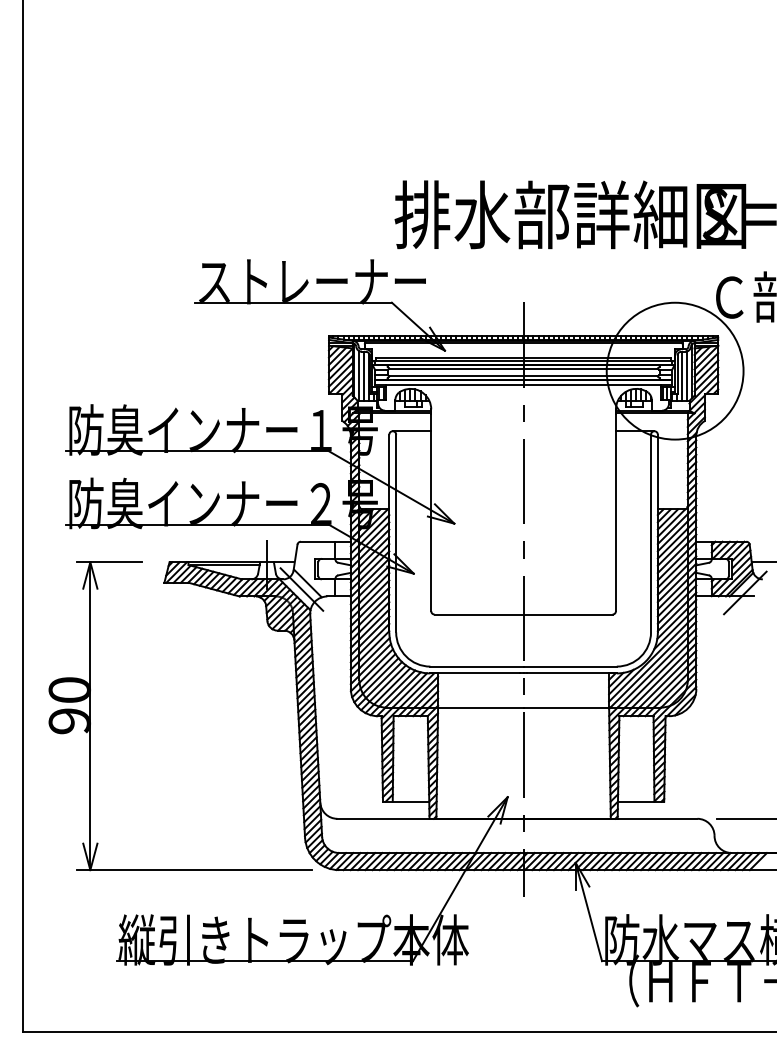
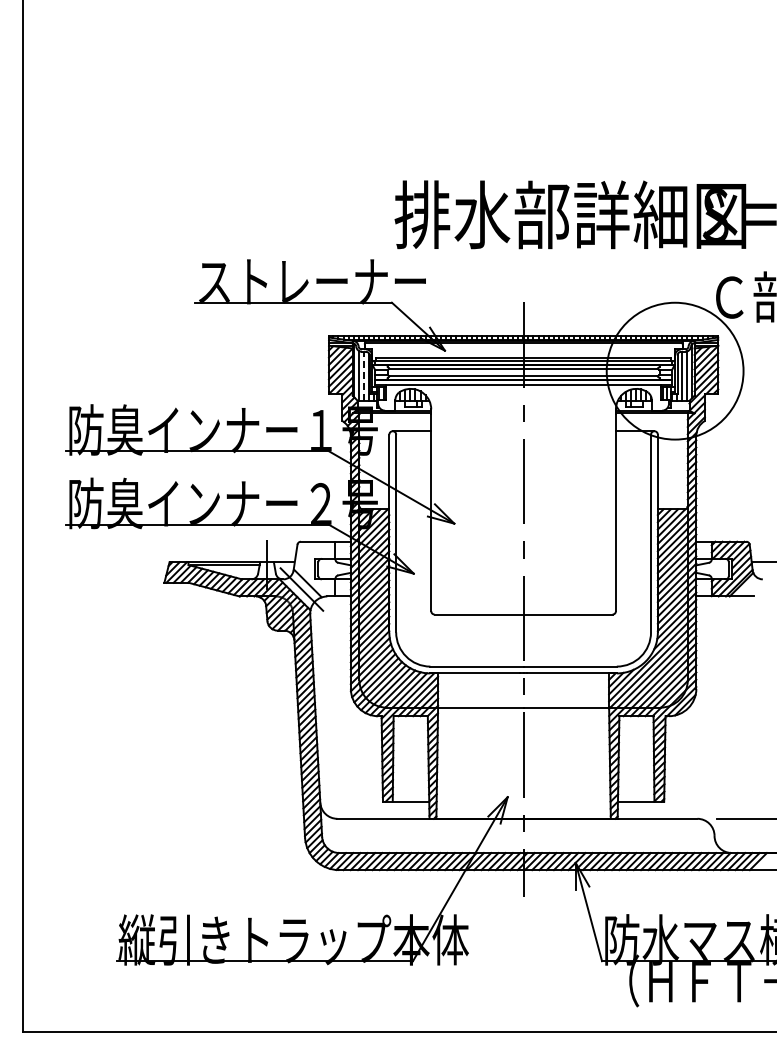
line at (364, 375): solid -> dashed
line at (745, 592): present -> none
part at (90, 716): present -> none
